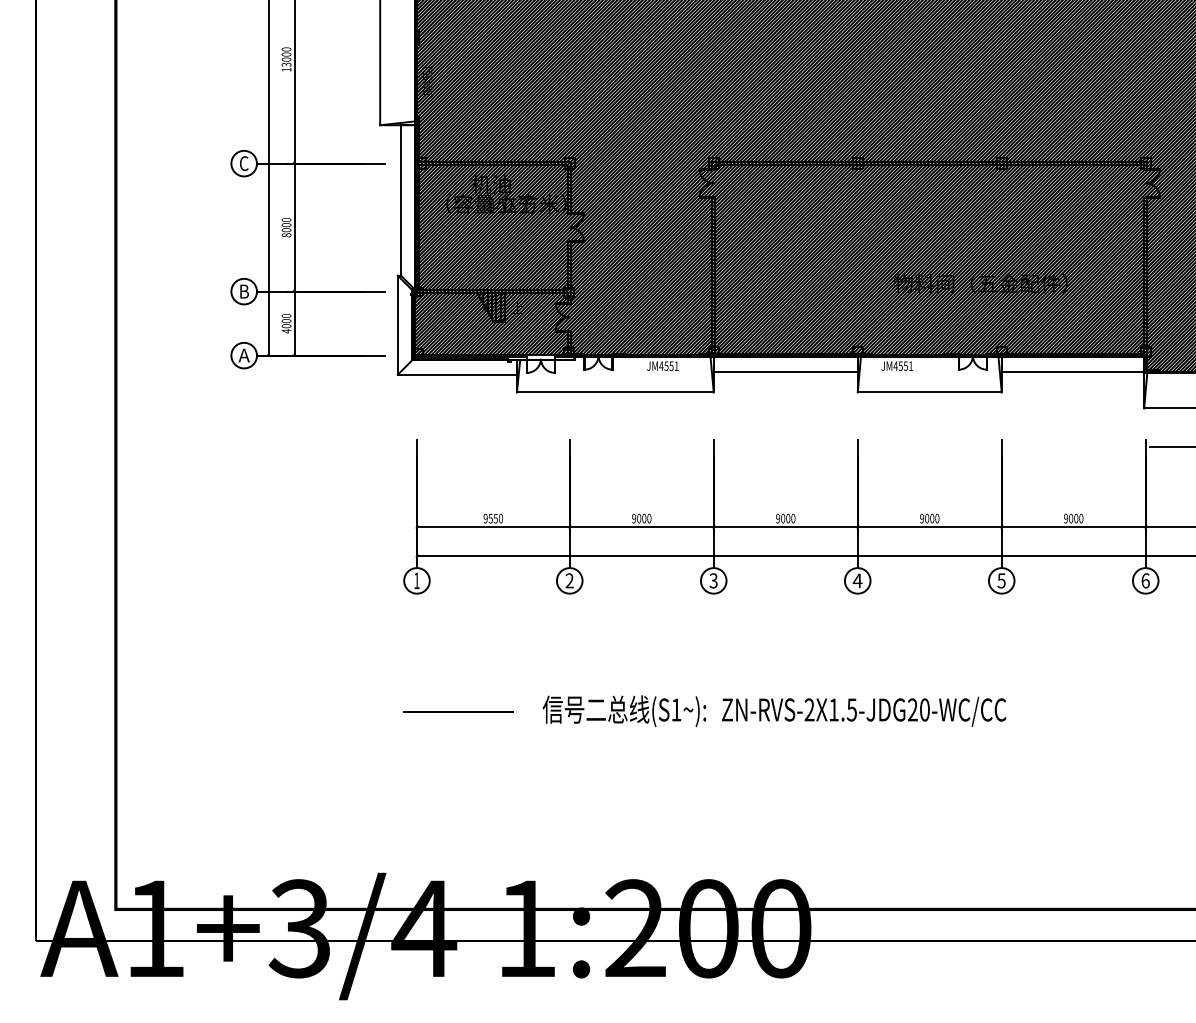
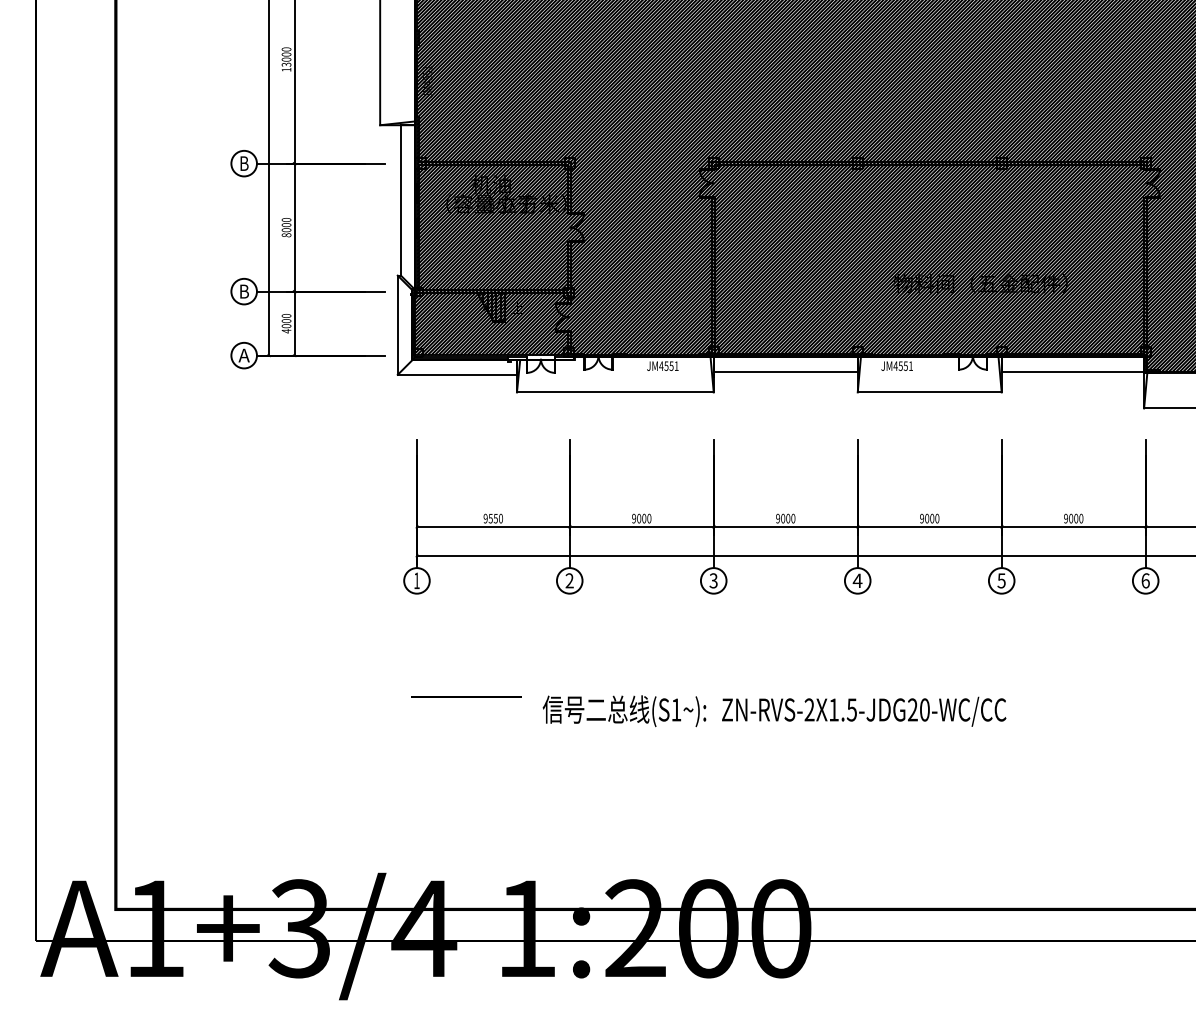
text at (244, 163): C -> B
line at (1171, 446): present -> none
line at (458, 711) position: (458, 711) -> (466, 696)
